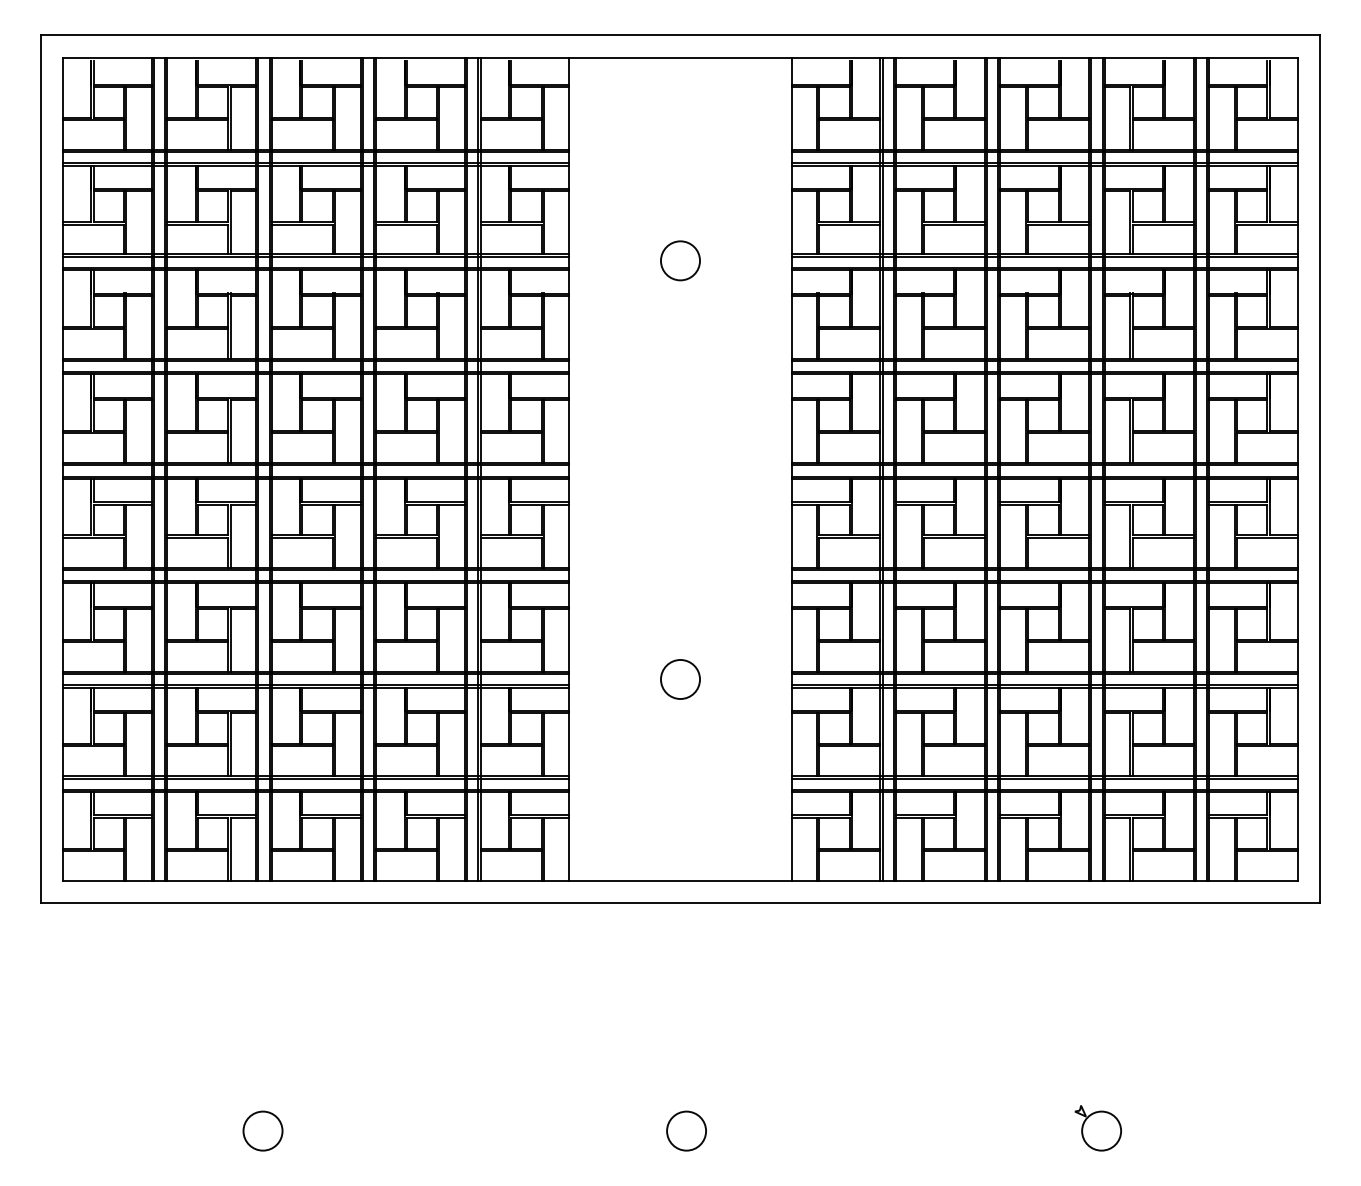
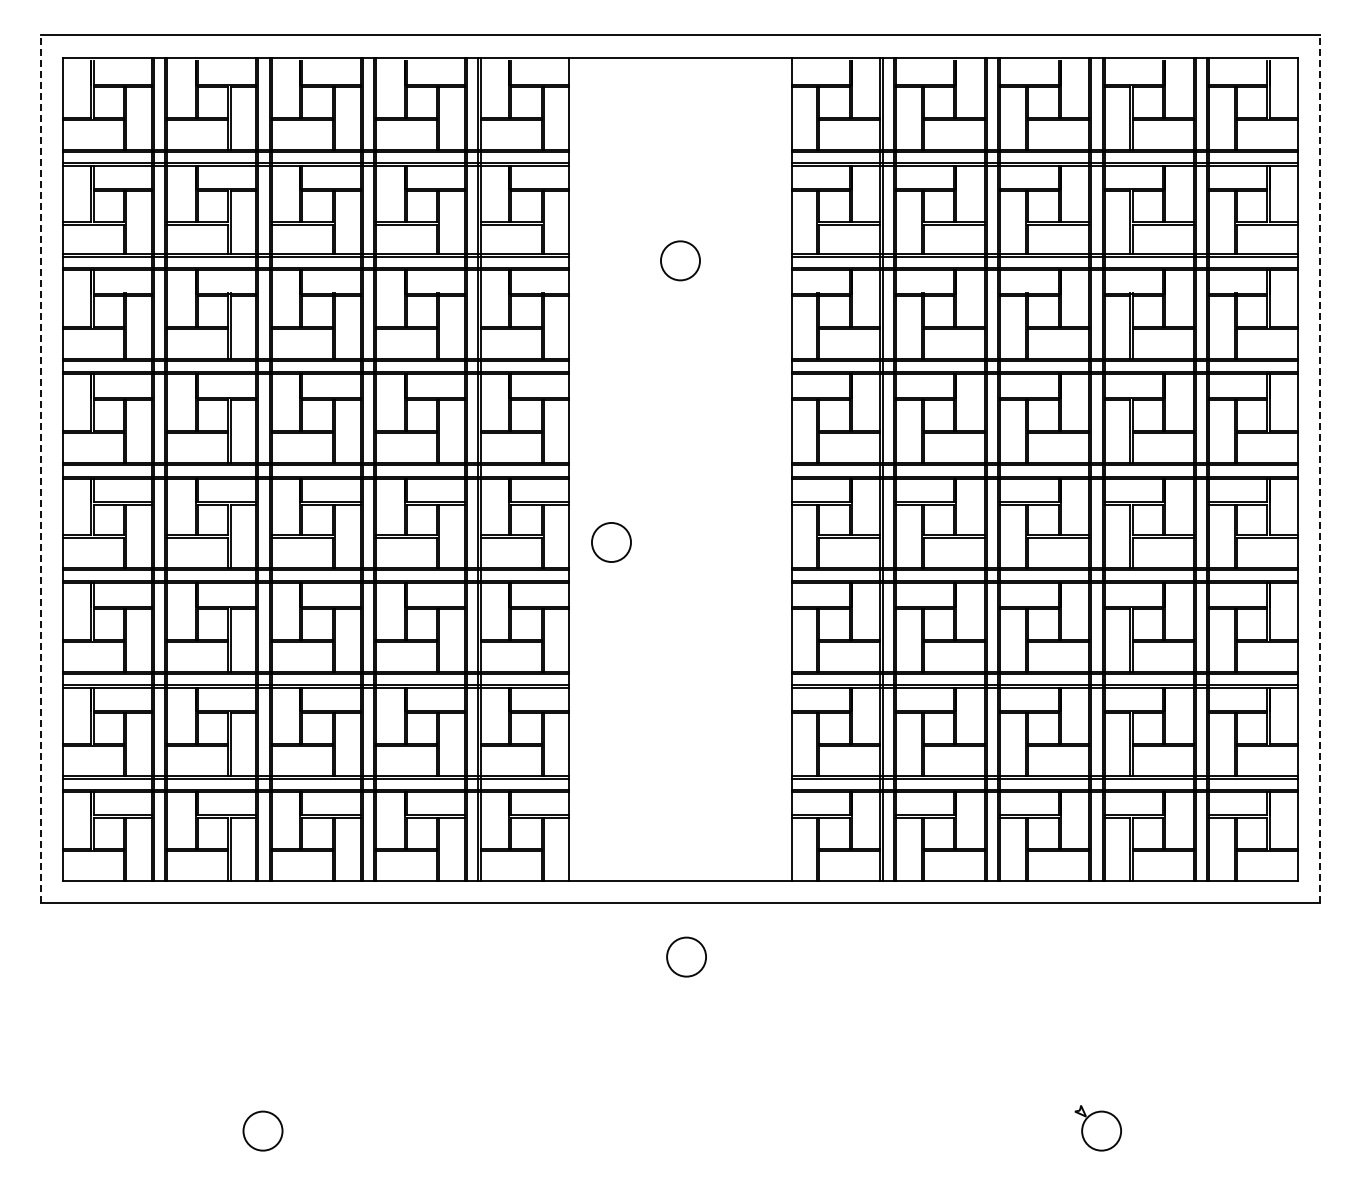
line at (40, 469): solid -> dashed
line at (1320, 469): solid -> dashed
circle at (680, 679) position: (680, 679) -> (611, 542)
circle at (686, 1130) position: (686, 1130) -> (686, 956)
